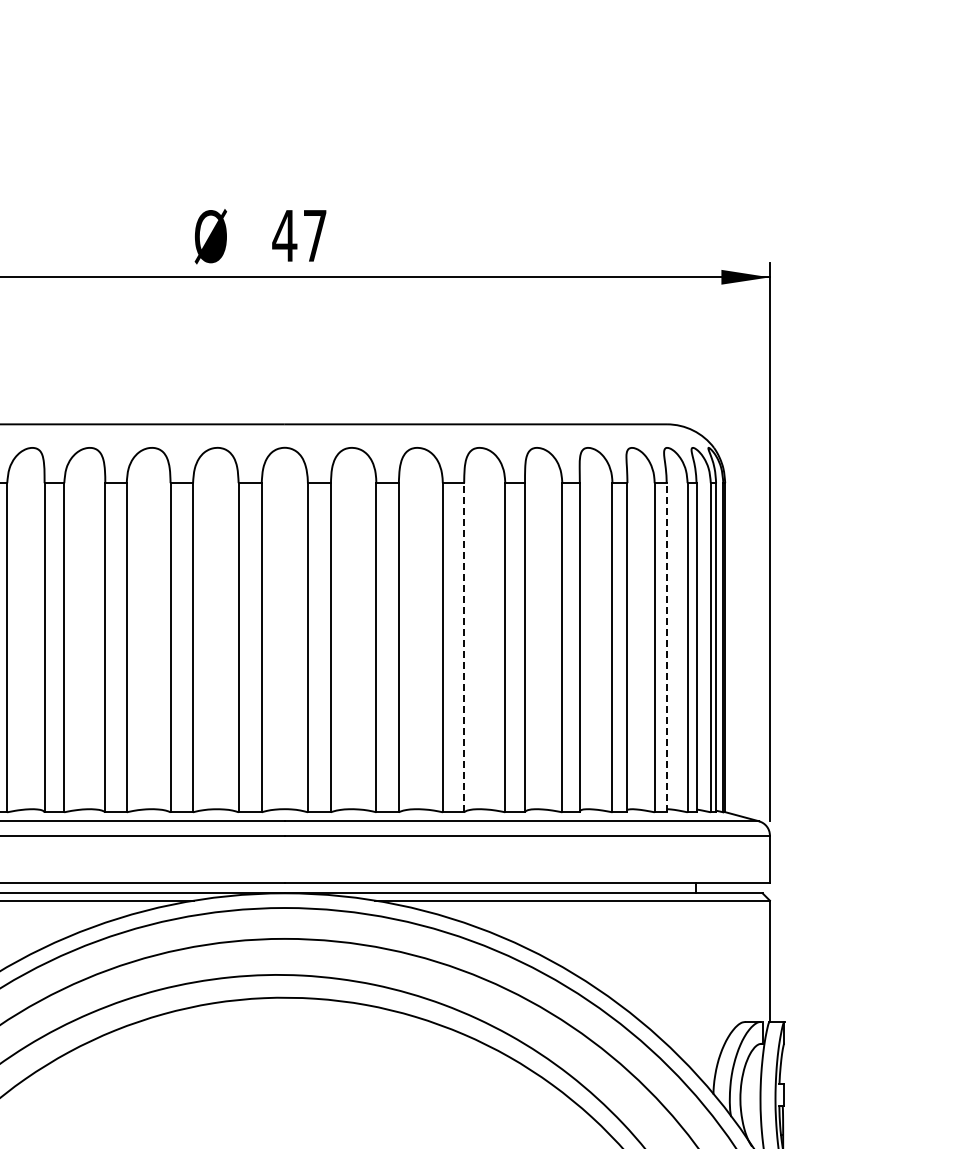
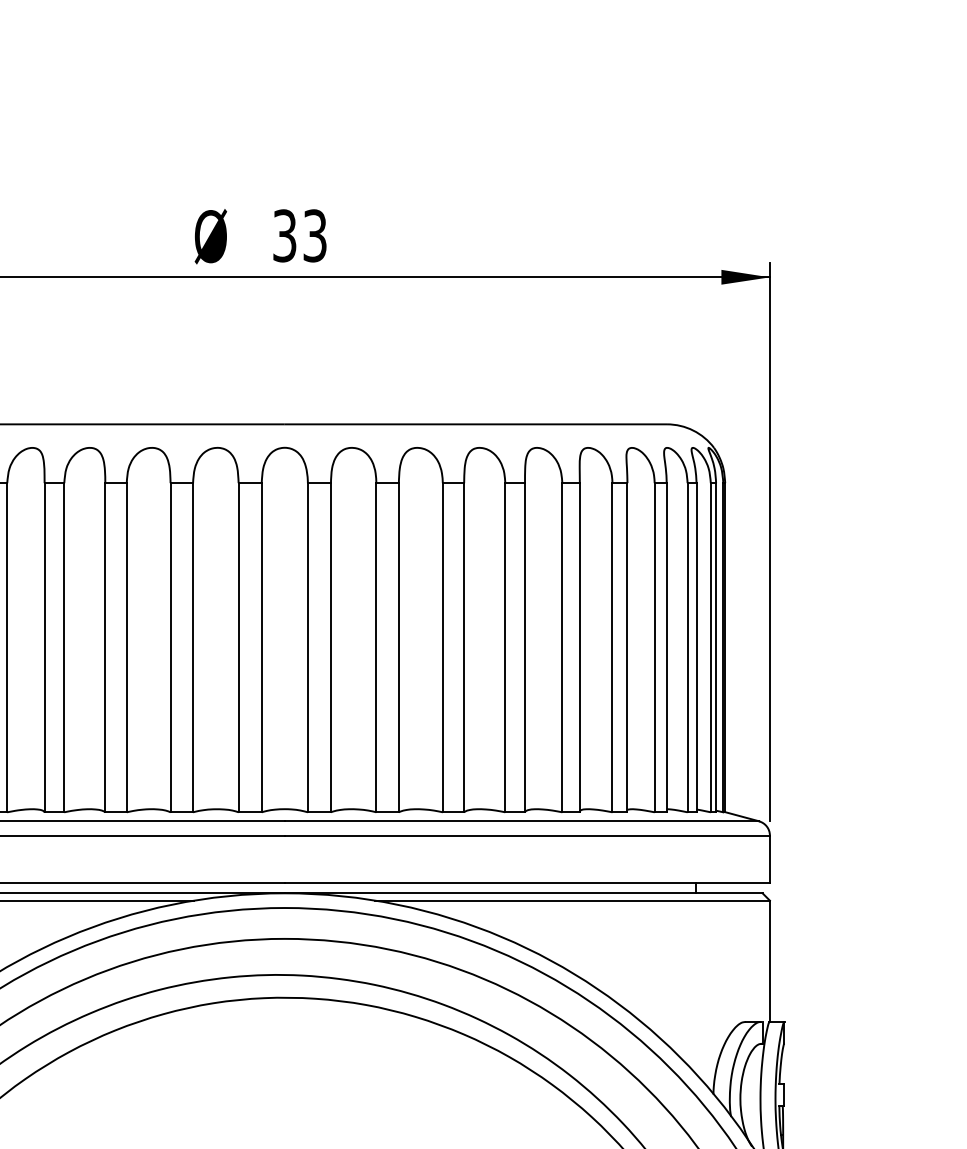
text at (299, 235): 47 -> 33
line at (464, 647): dashed -> solid
line at (666, 647): dashed -> solid
